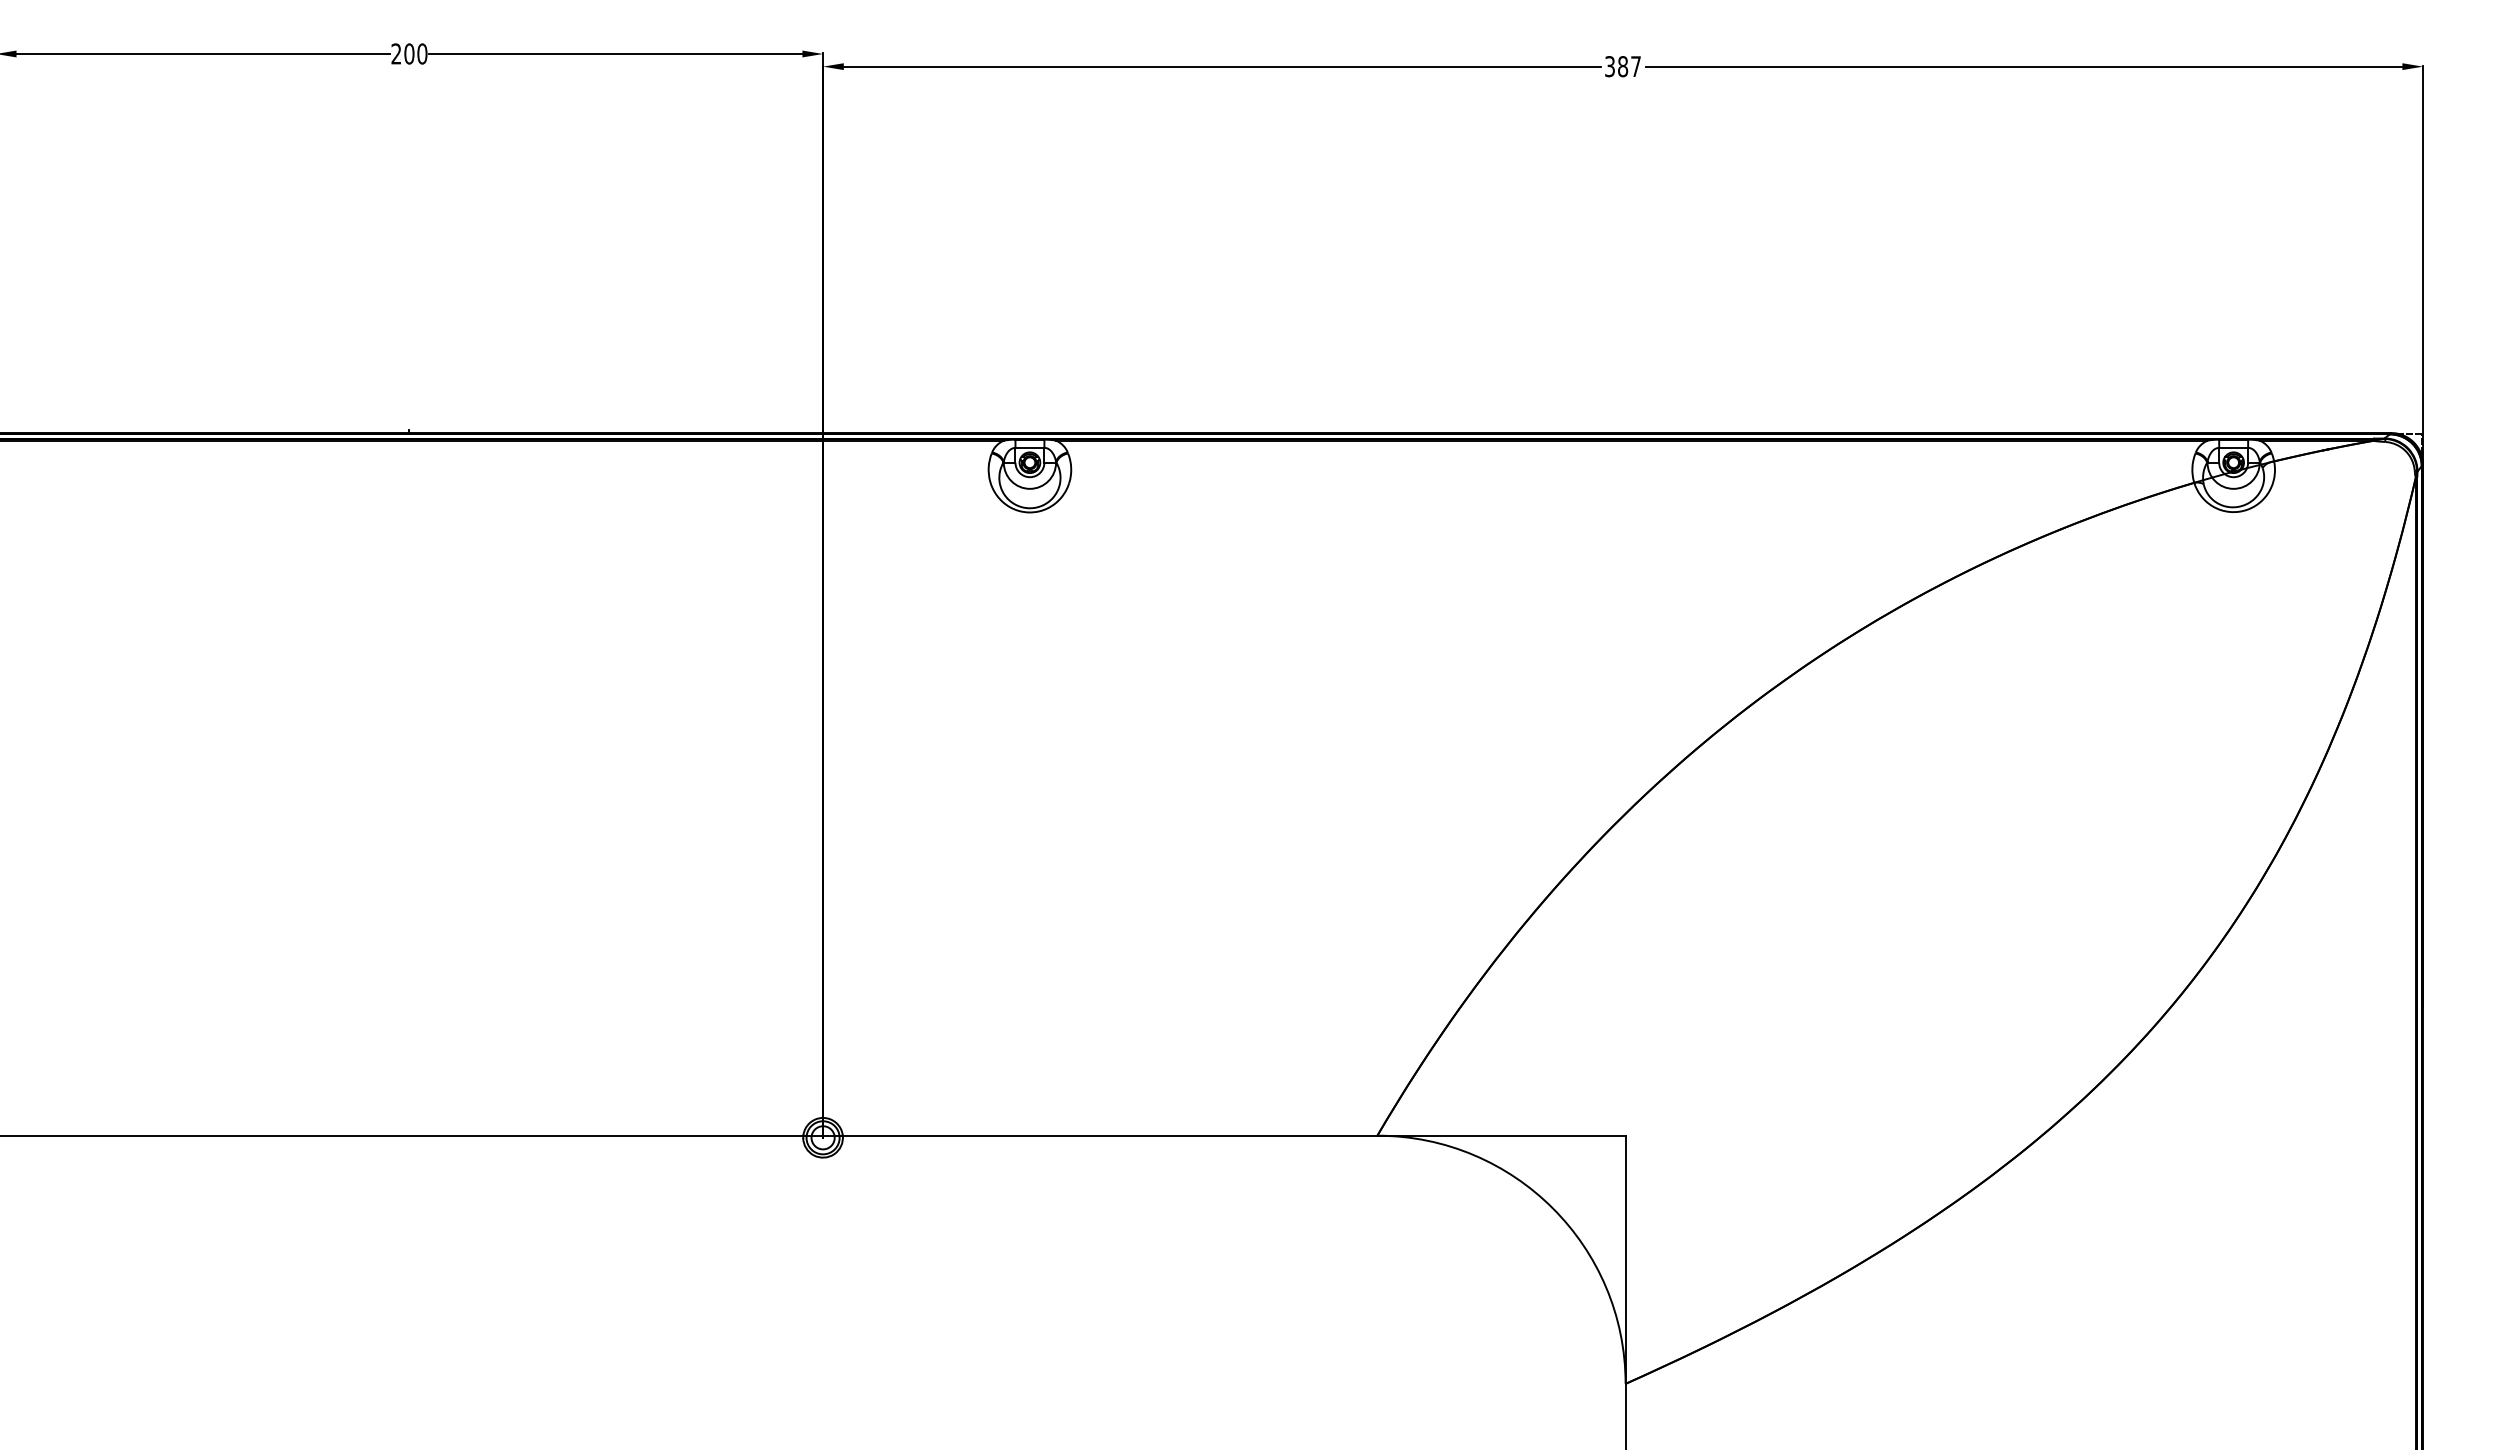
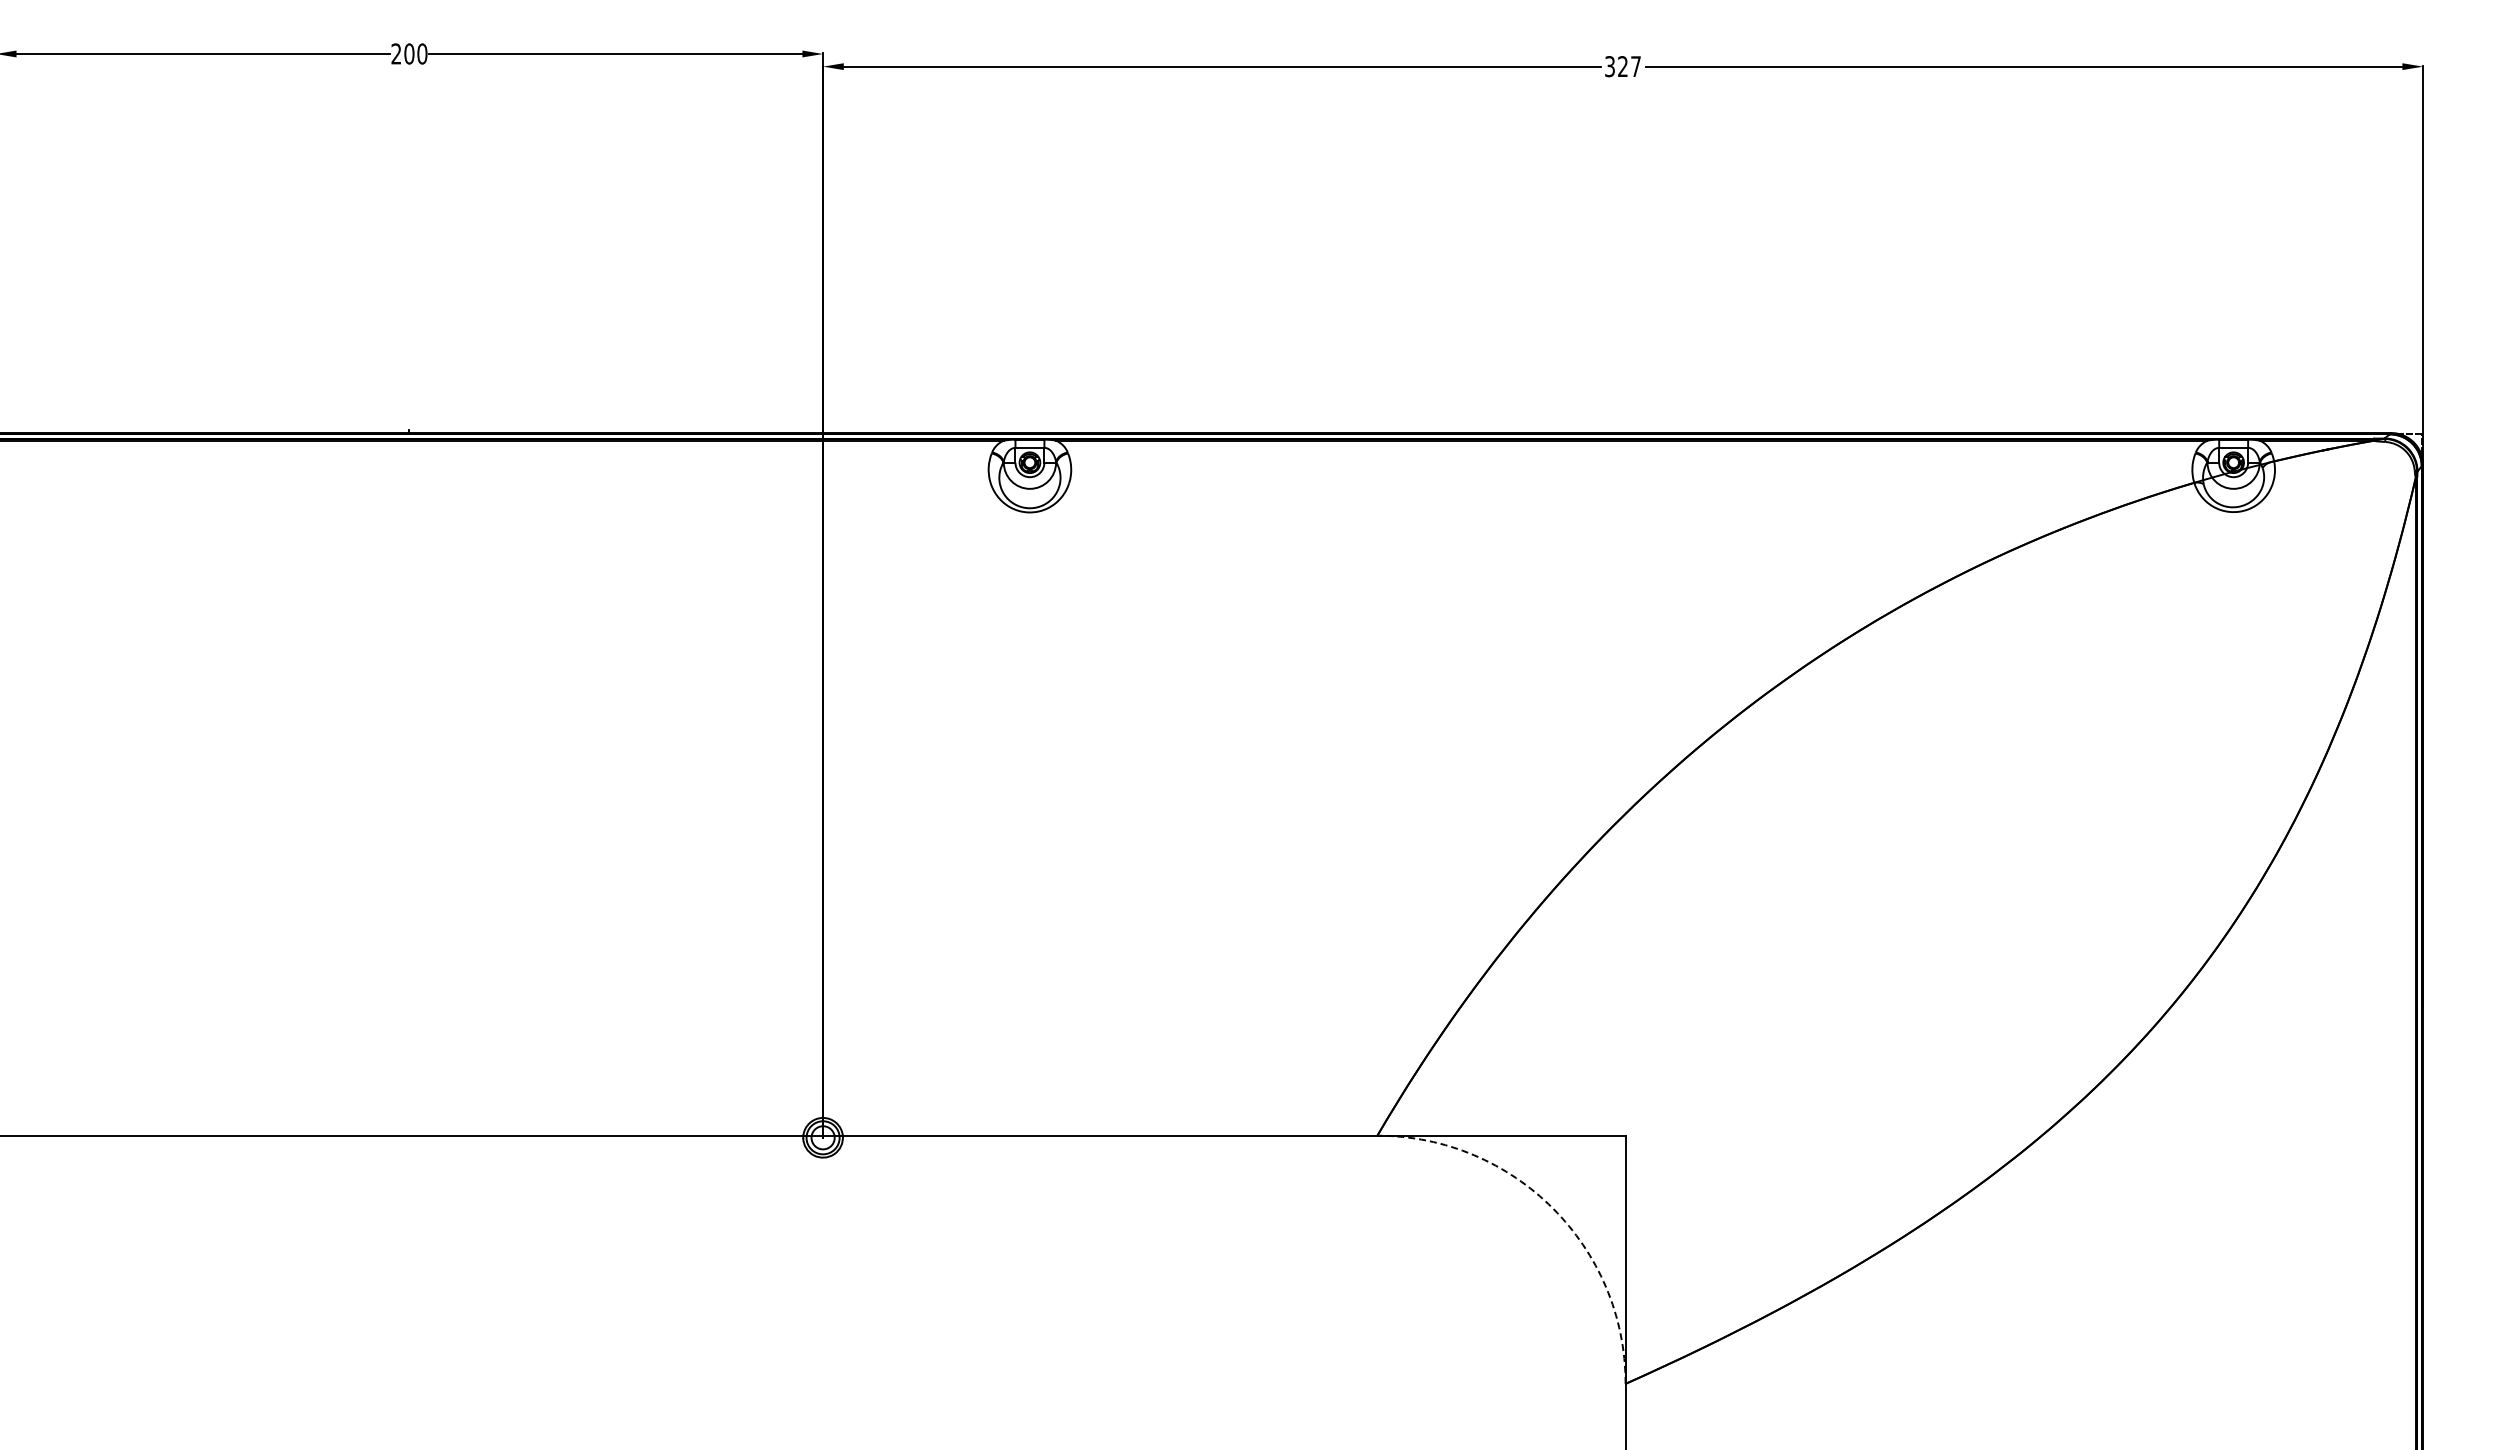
text at (1623, 66): 387 -> 327
arc at (1552, 1208): solid -> dashed
